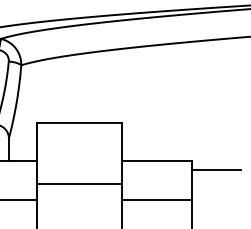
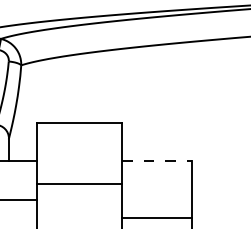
line at (156, 160): solid -> dashed
line at (215, 169): present -> none
line at (156, 199) position: (156, 199) -> (156, 217)
